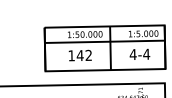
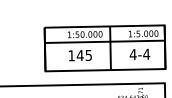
text at (88, 55): 142 -> 145
